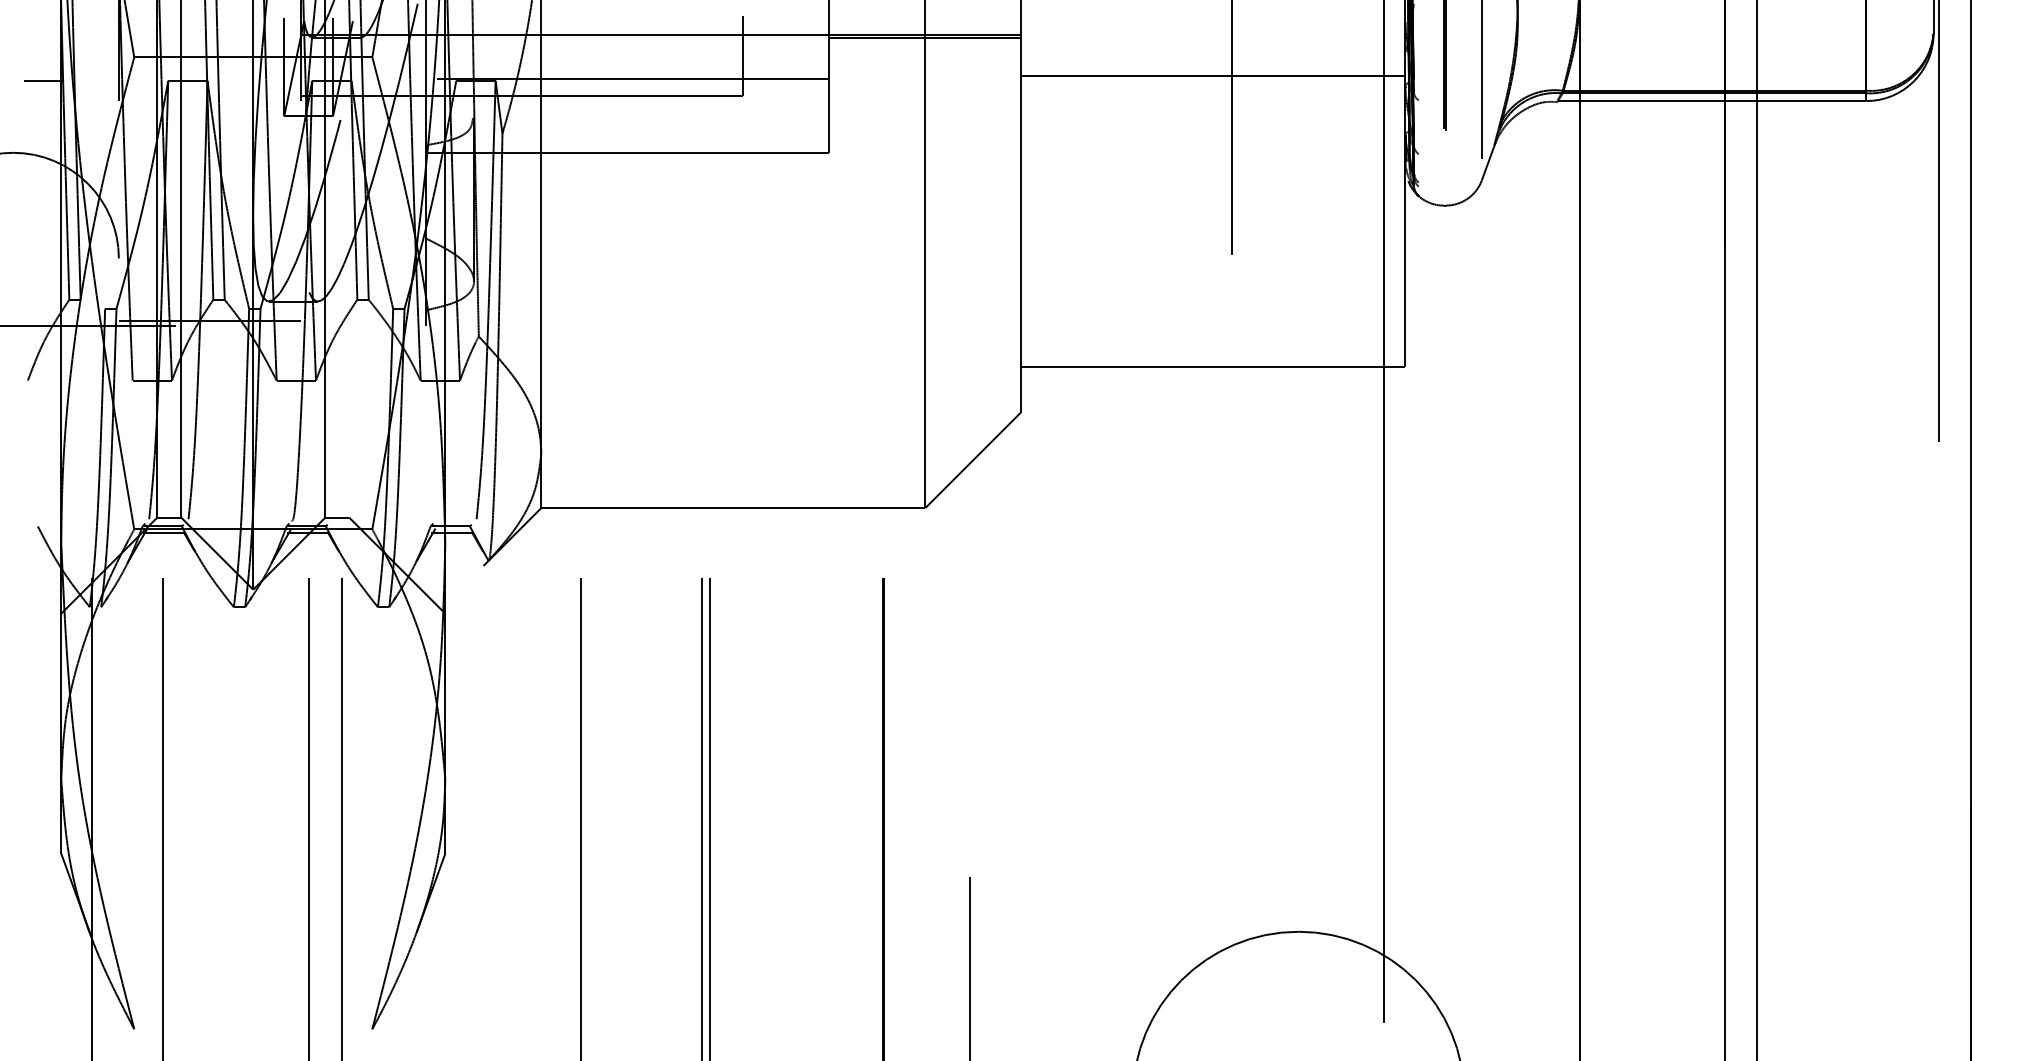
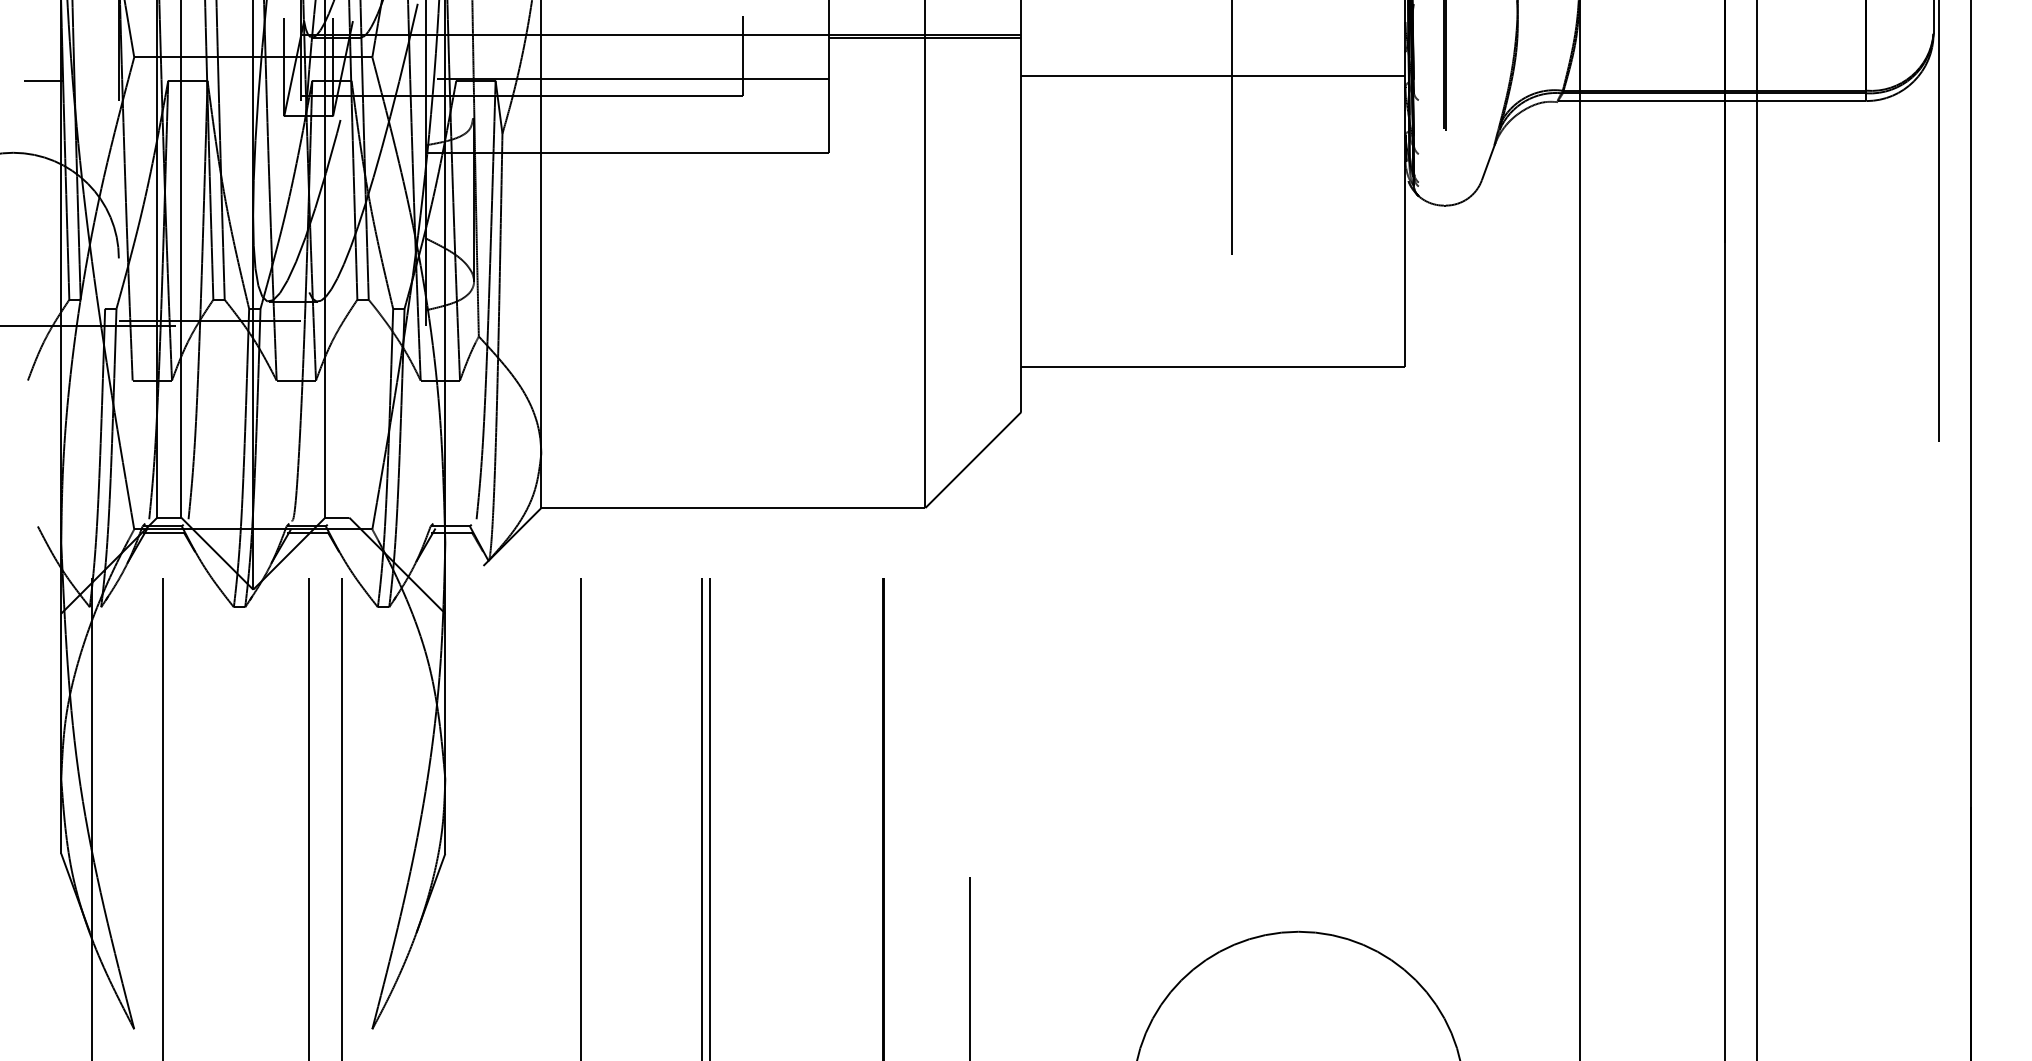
line at (1481, 88): present -> none
line at (1384, 529): present -> none
